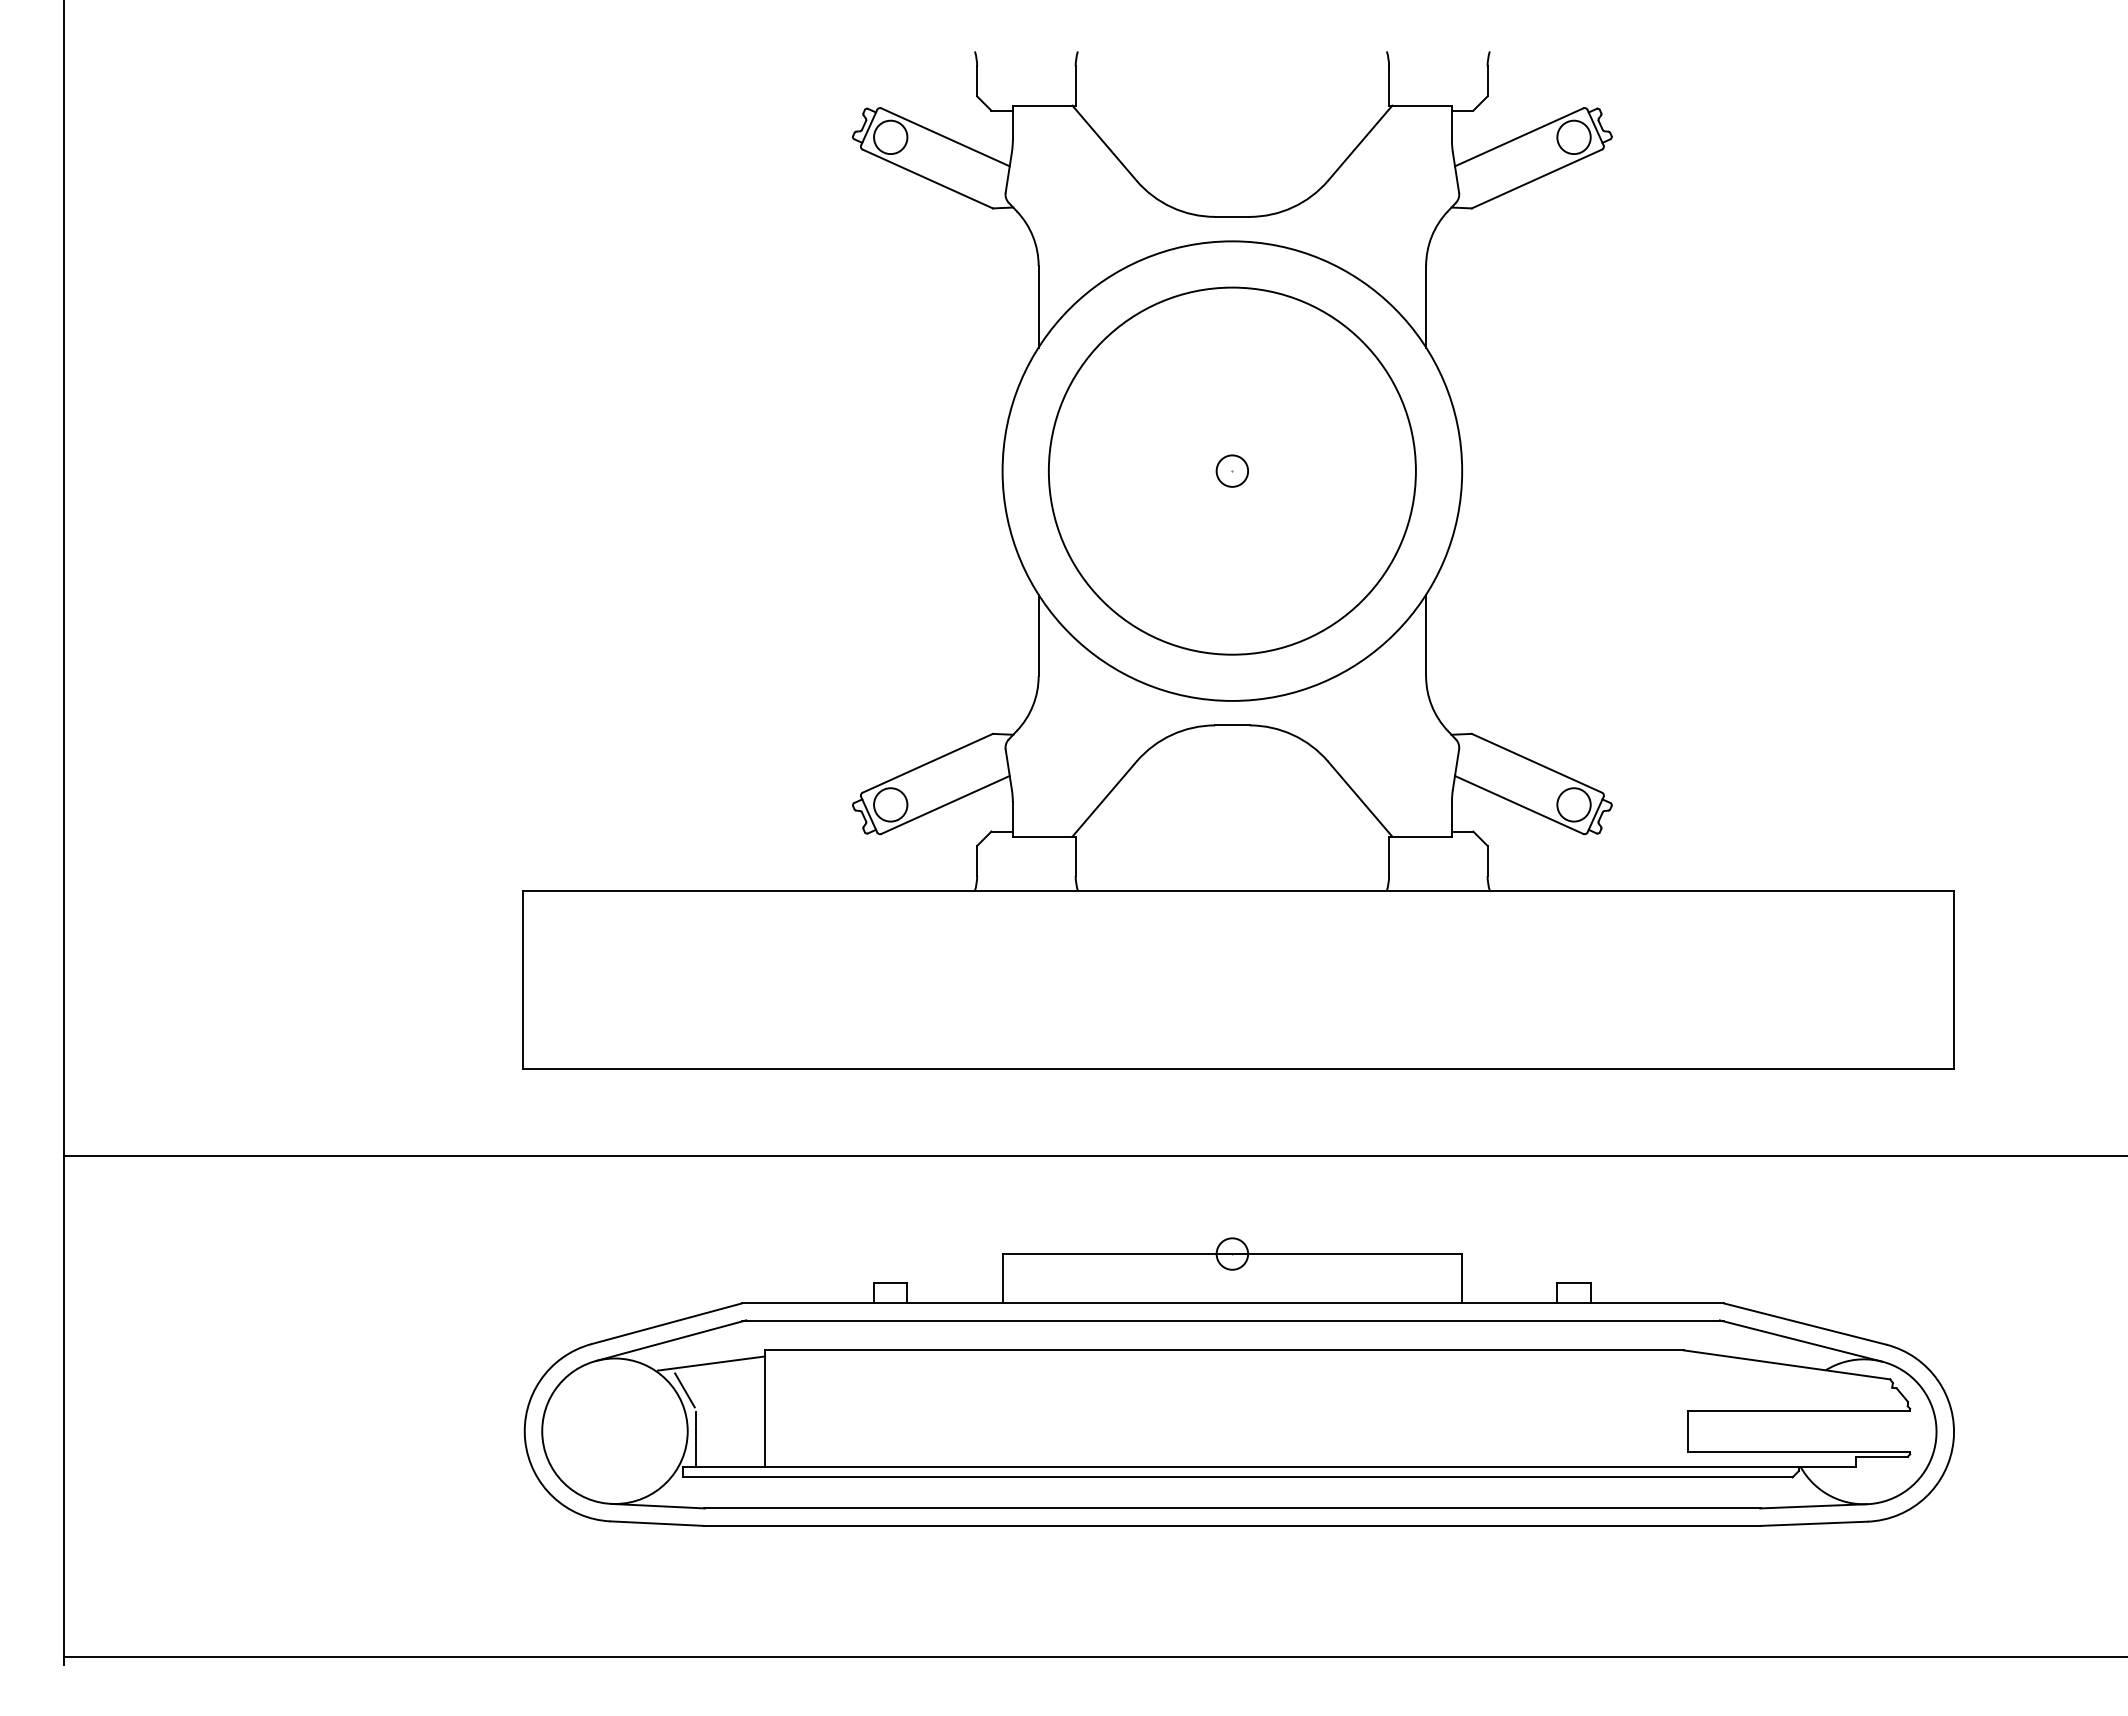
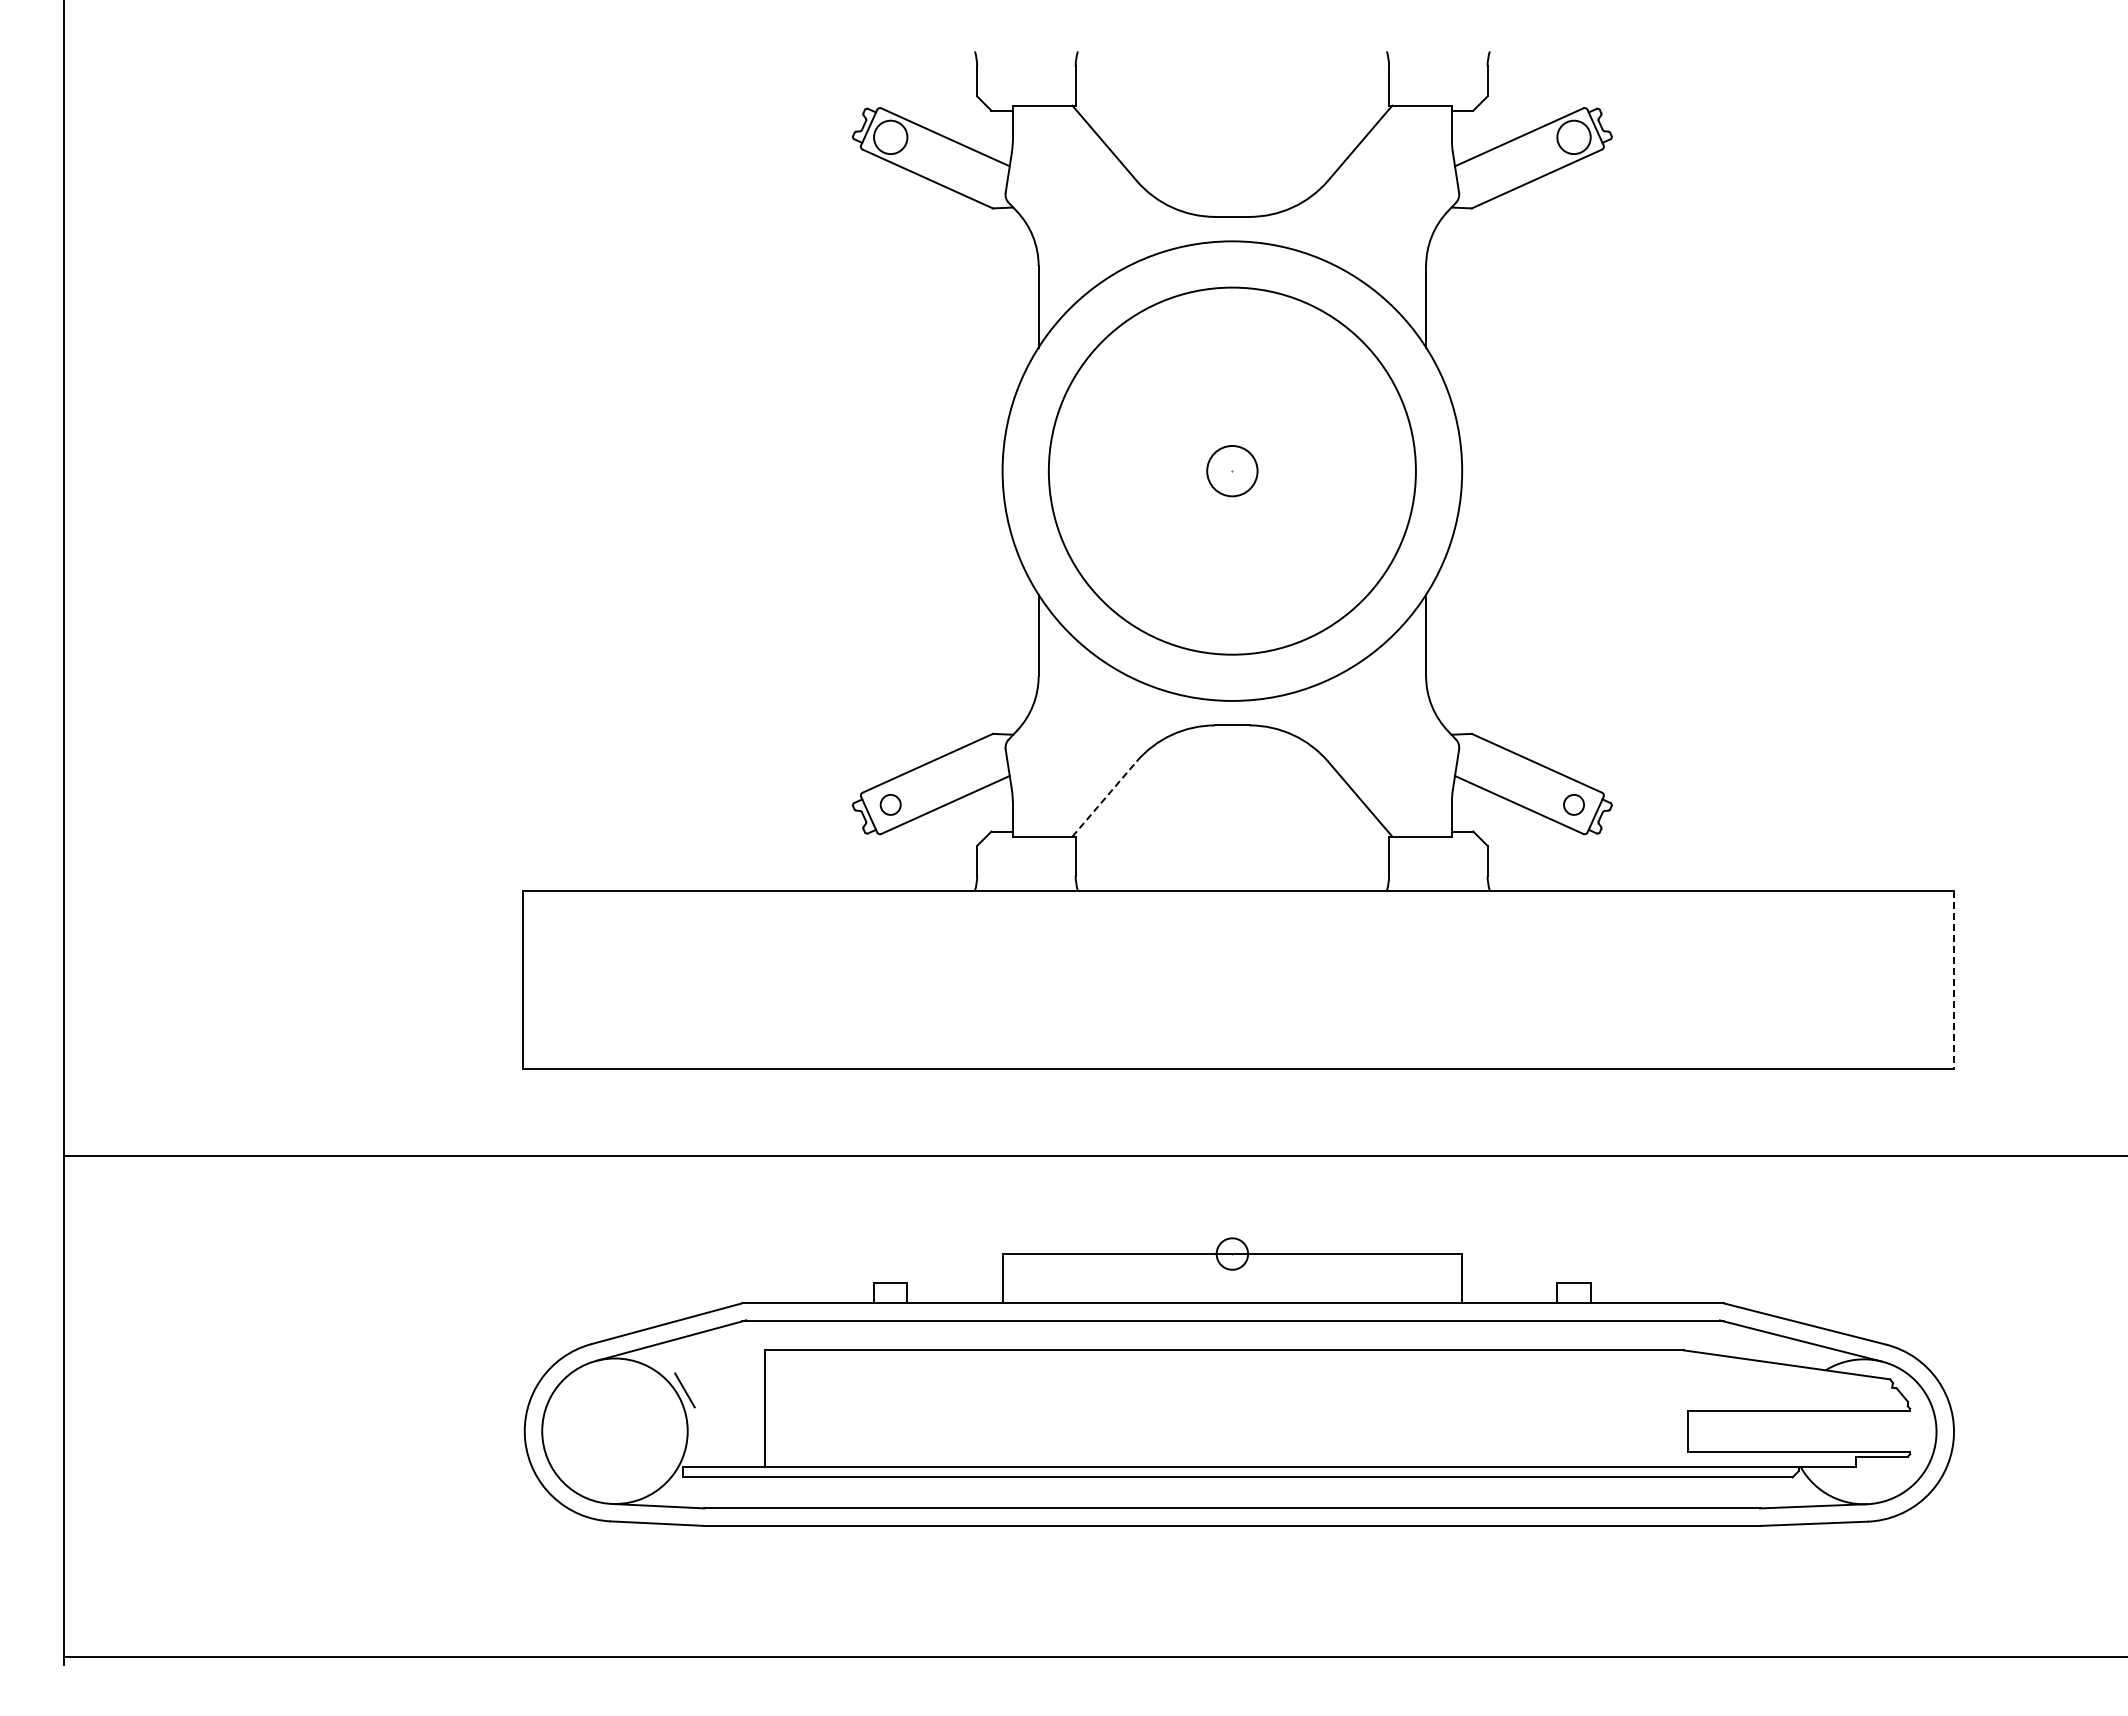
circle at (1232, 470) diameter: 31 px -> 50 px
line at (1104, 798): solid -> dashed
circle at (890, 804) diameter: 33 px -> 20 px
circle at (1573, 804) diameter: 33 px -> 20 px
line at (1954, 979): solid -> dashed
line at (711, 1363): present -> none
line at (696, 1439): present -> none
